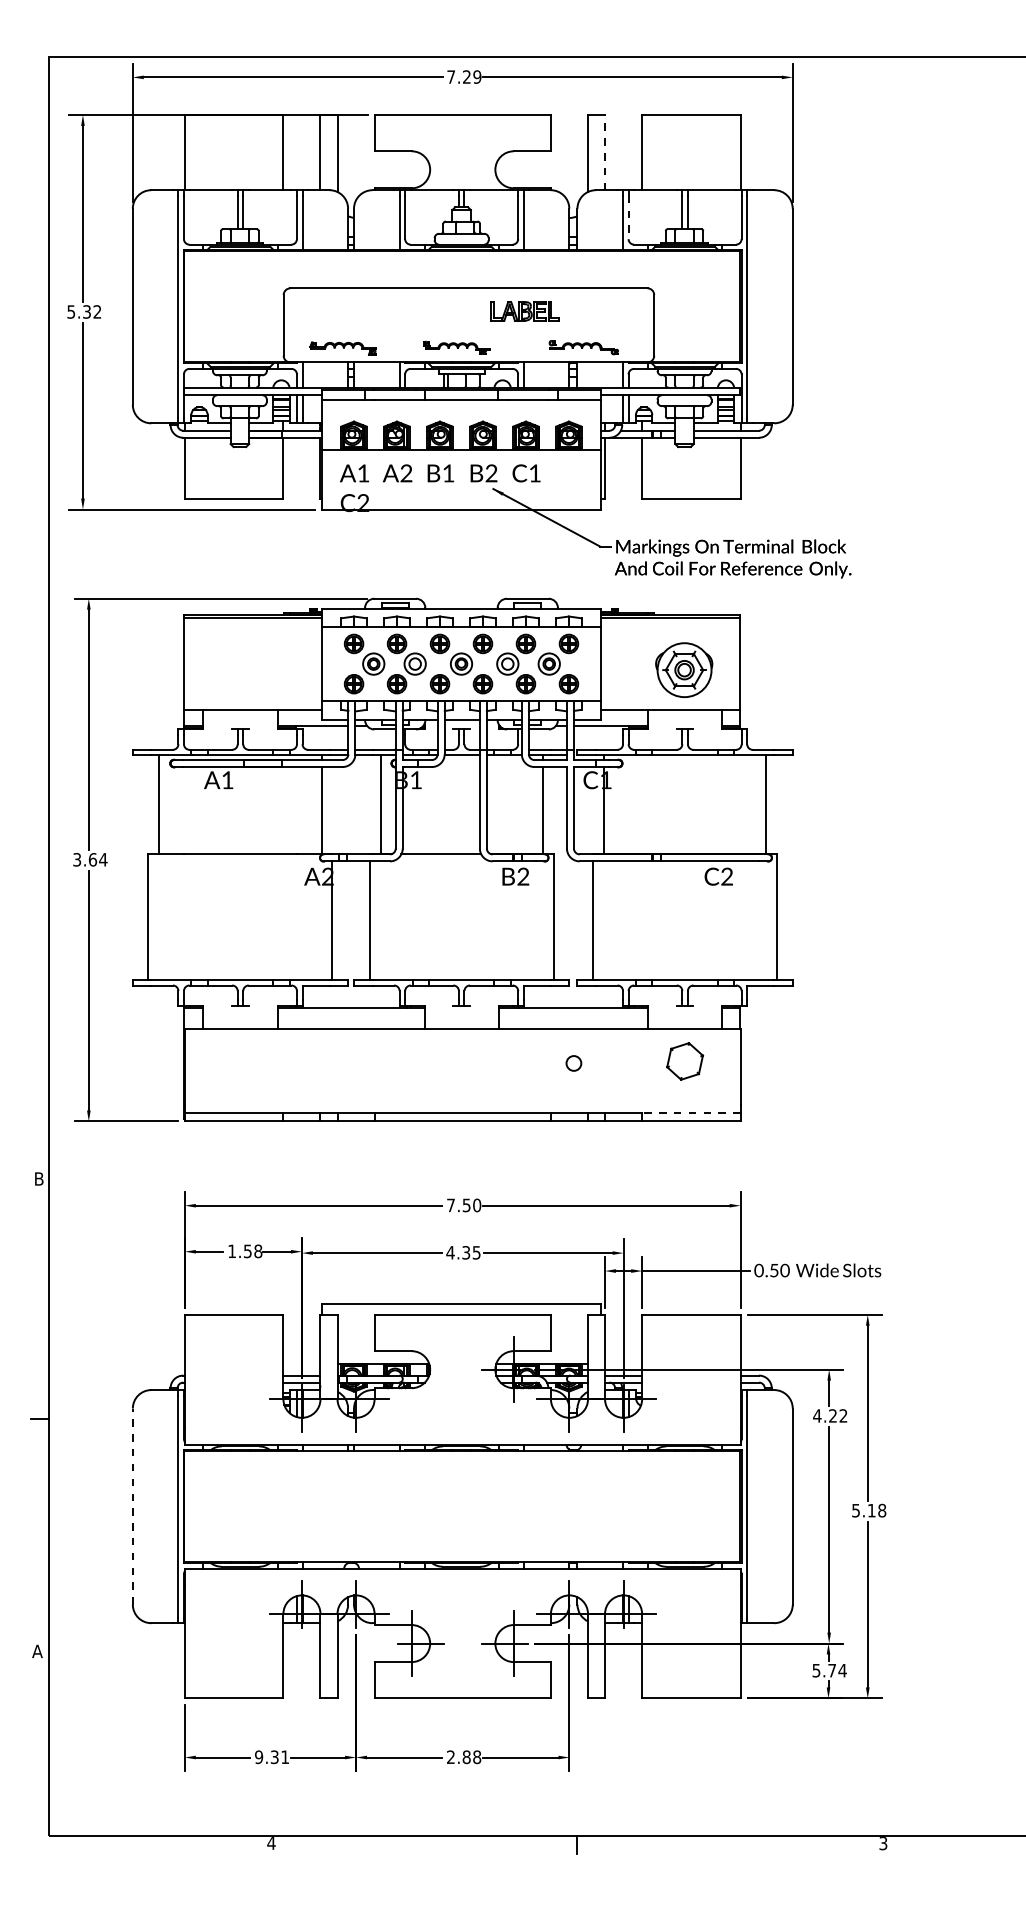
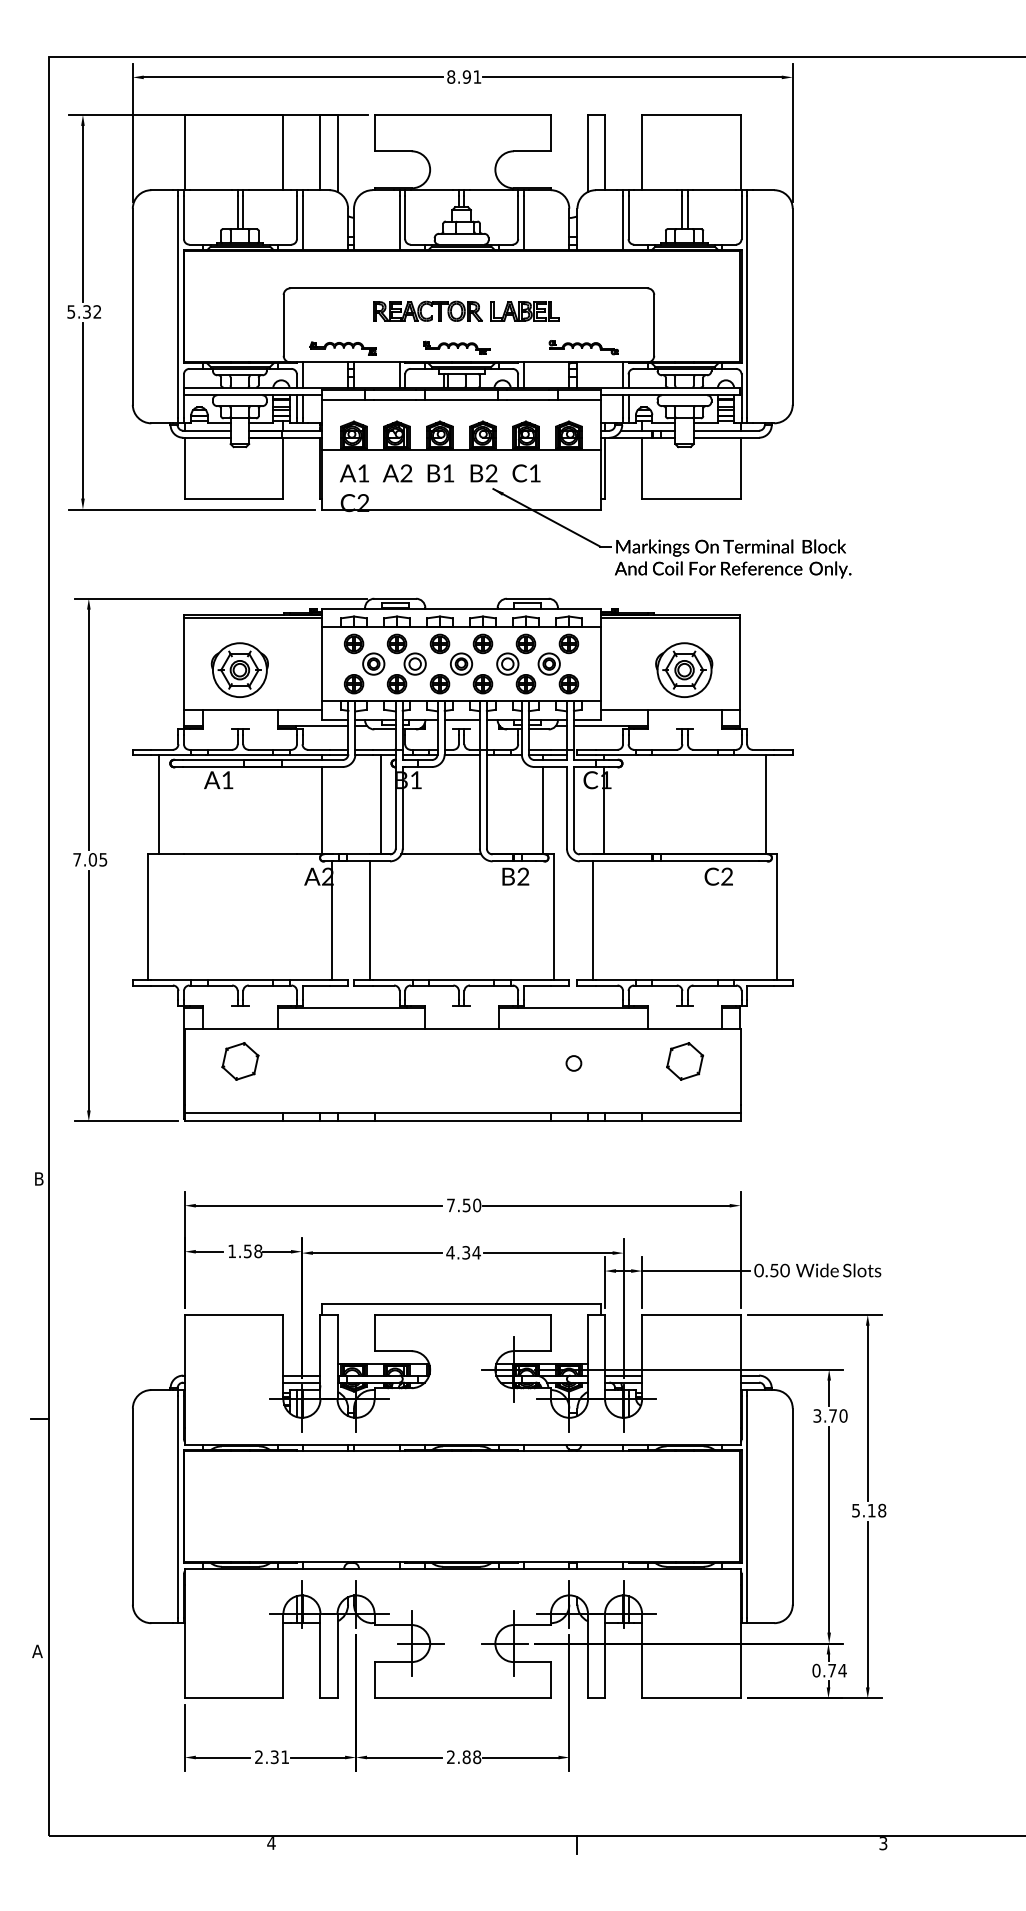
text at (464, 76): 7.29 -> 8.91
line at (605, 152): dashed -> solid
line at (628, 217): dashed -> solid
part at (427, 310): none -> present
part at (239, 669): none -> present
text at (90, 859): 3.64 -> 7.05
part at (240, 1061): none -> present
line at (690, 1113): dashed -> solid
text at (476, 1252): 4.35 -> 4.34
text at (830, 1415): 4.22 -> 3.70
line at (132, 1506): dashed -> solid
text at (816, 1670): 5.74 -> 0.74
text at (259, 1757): 9.31 -> 2.31
